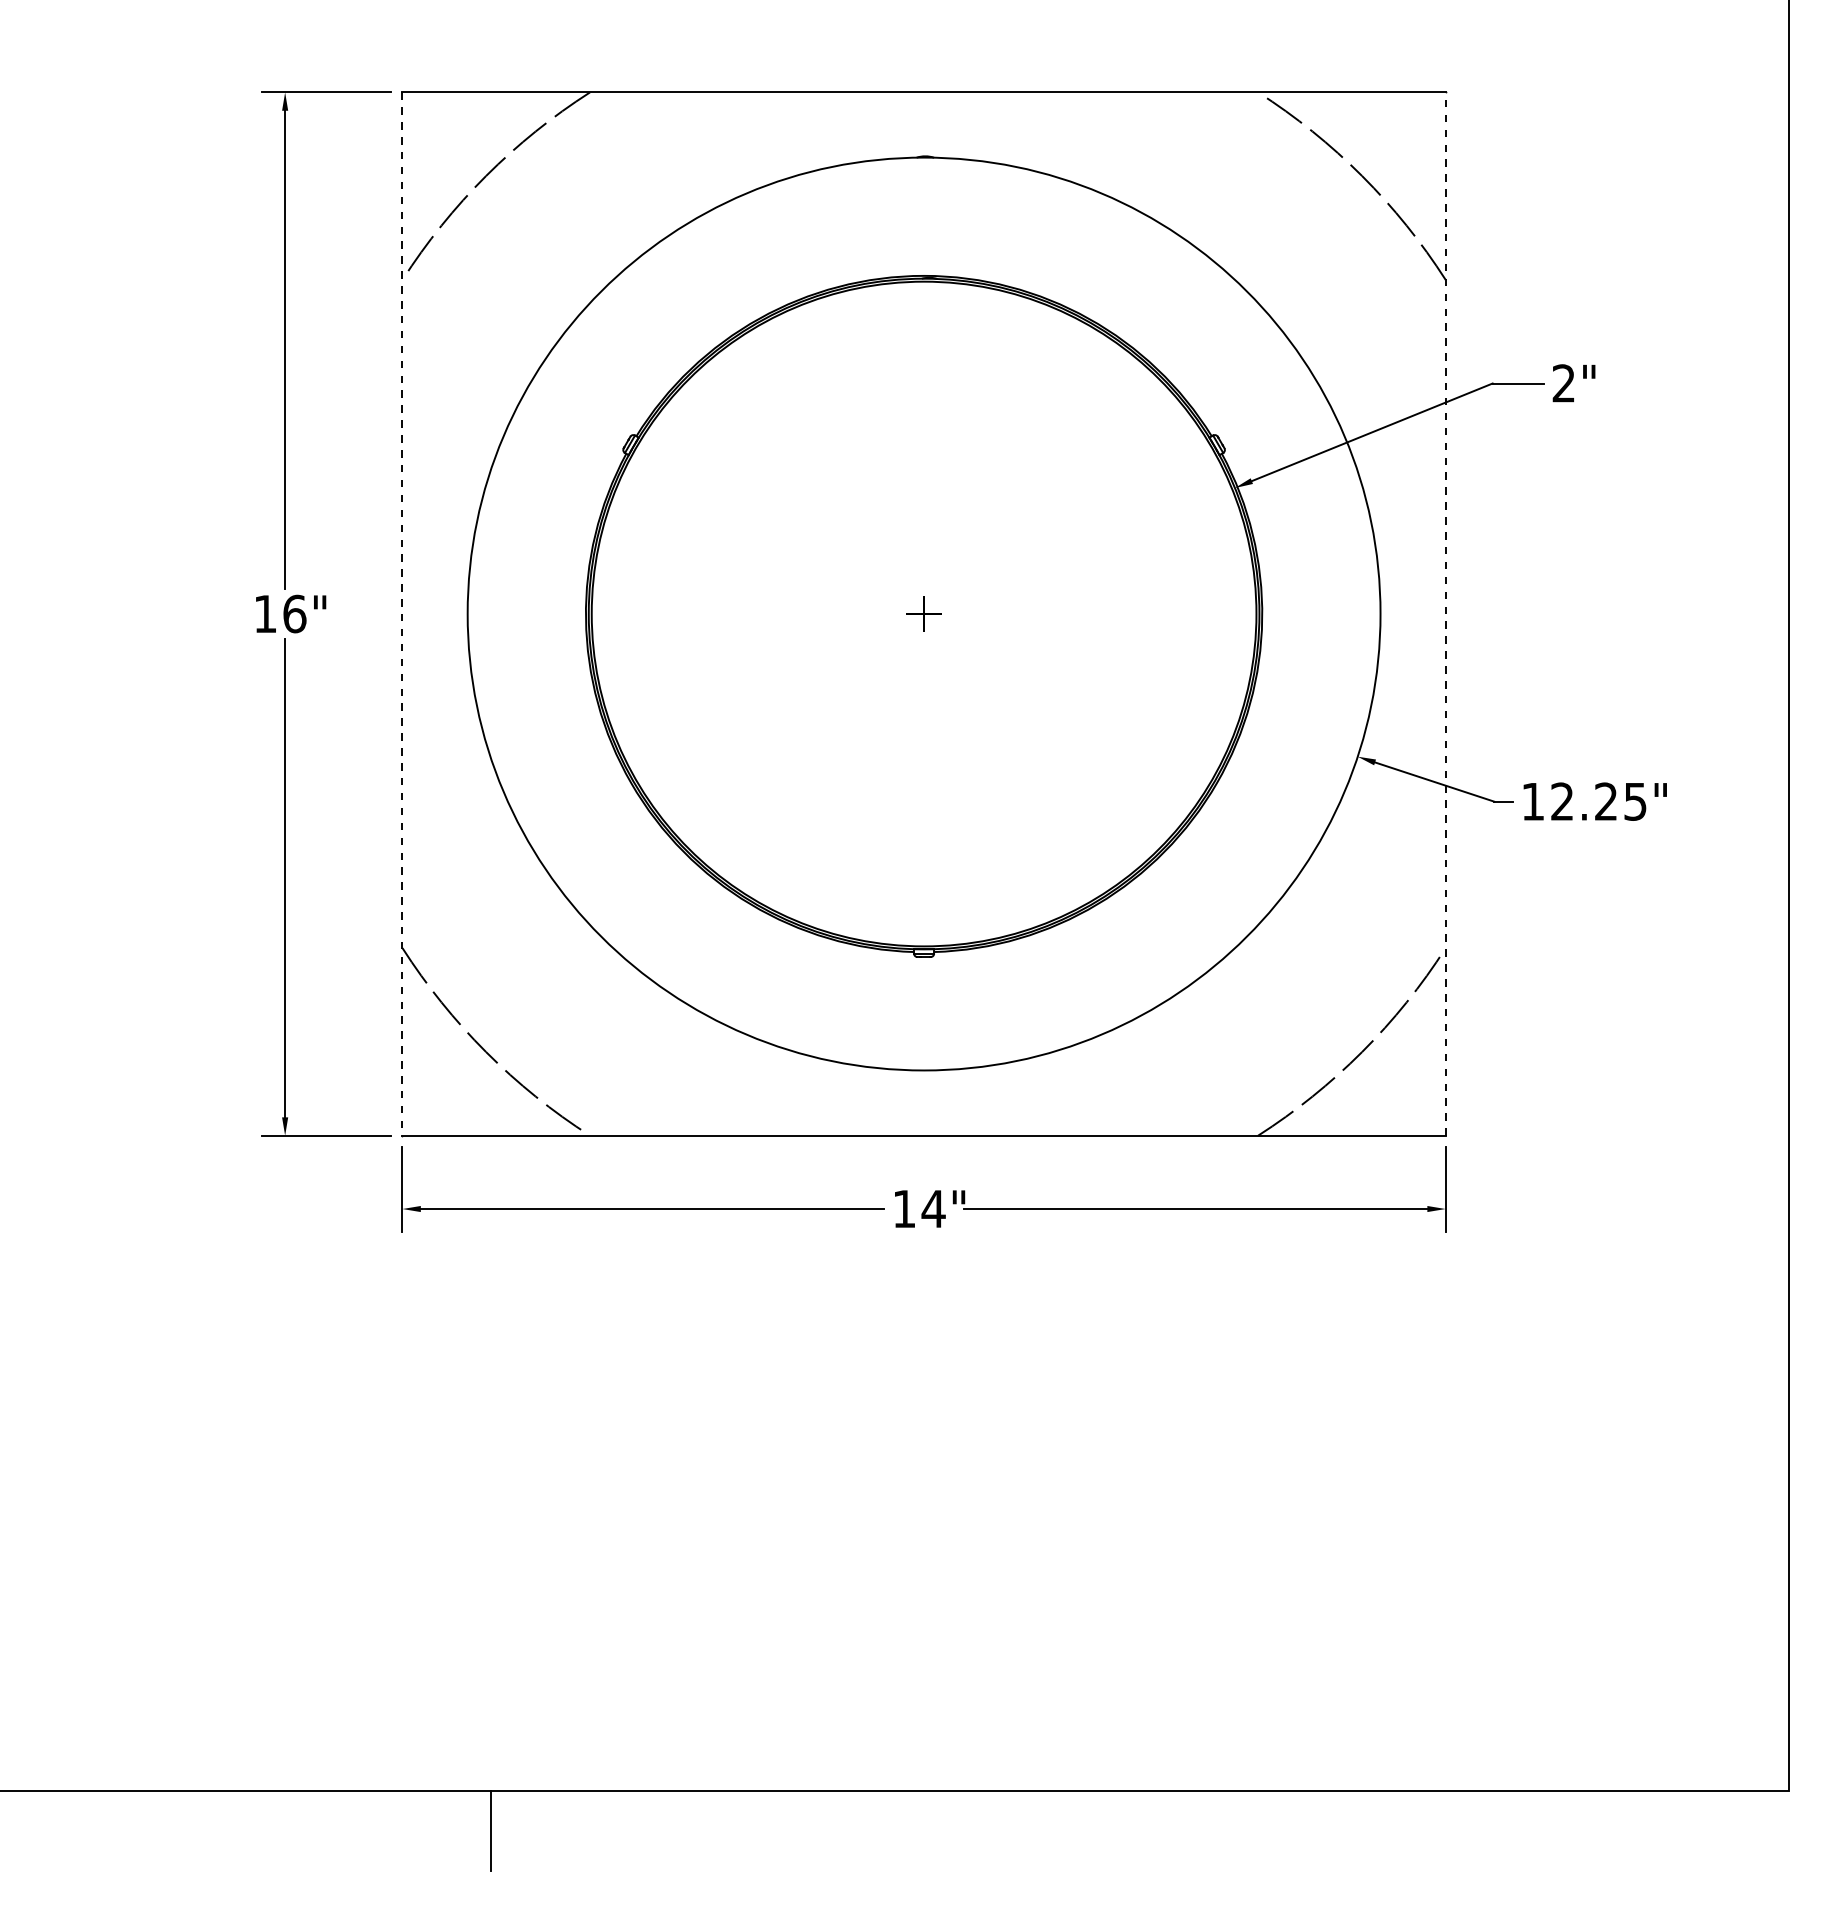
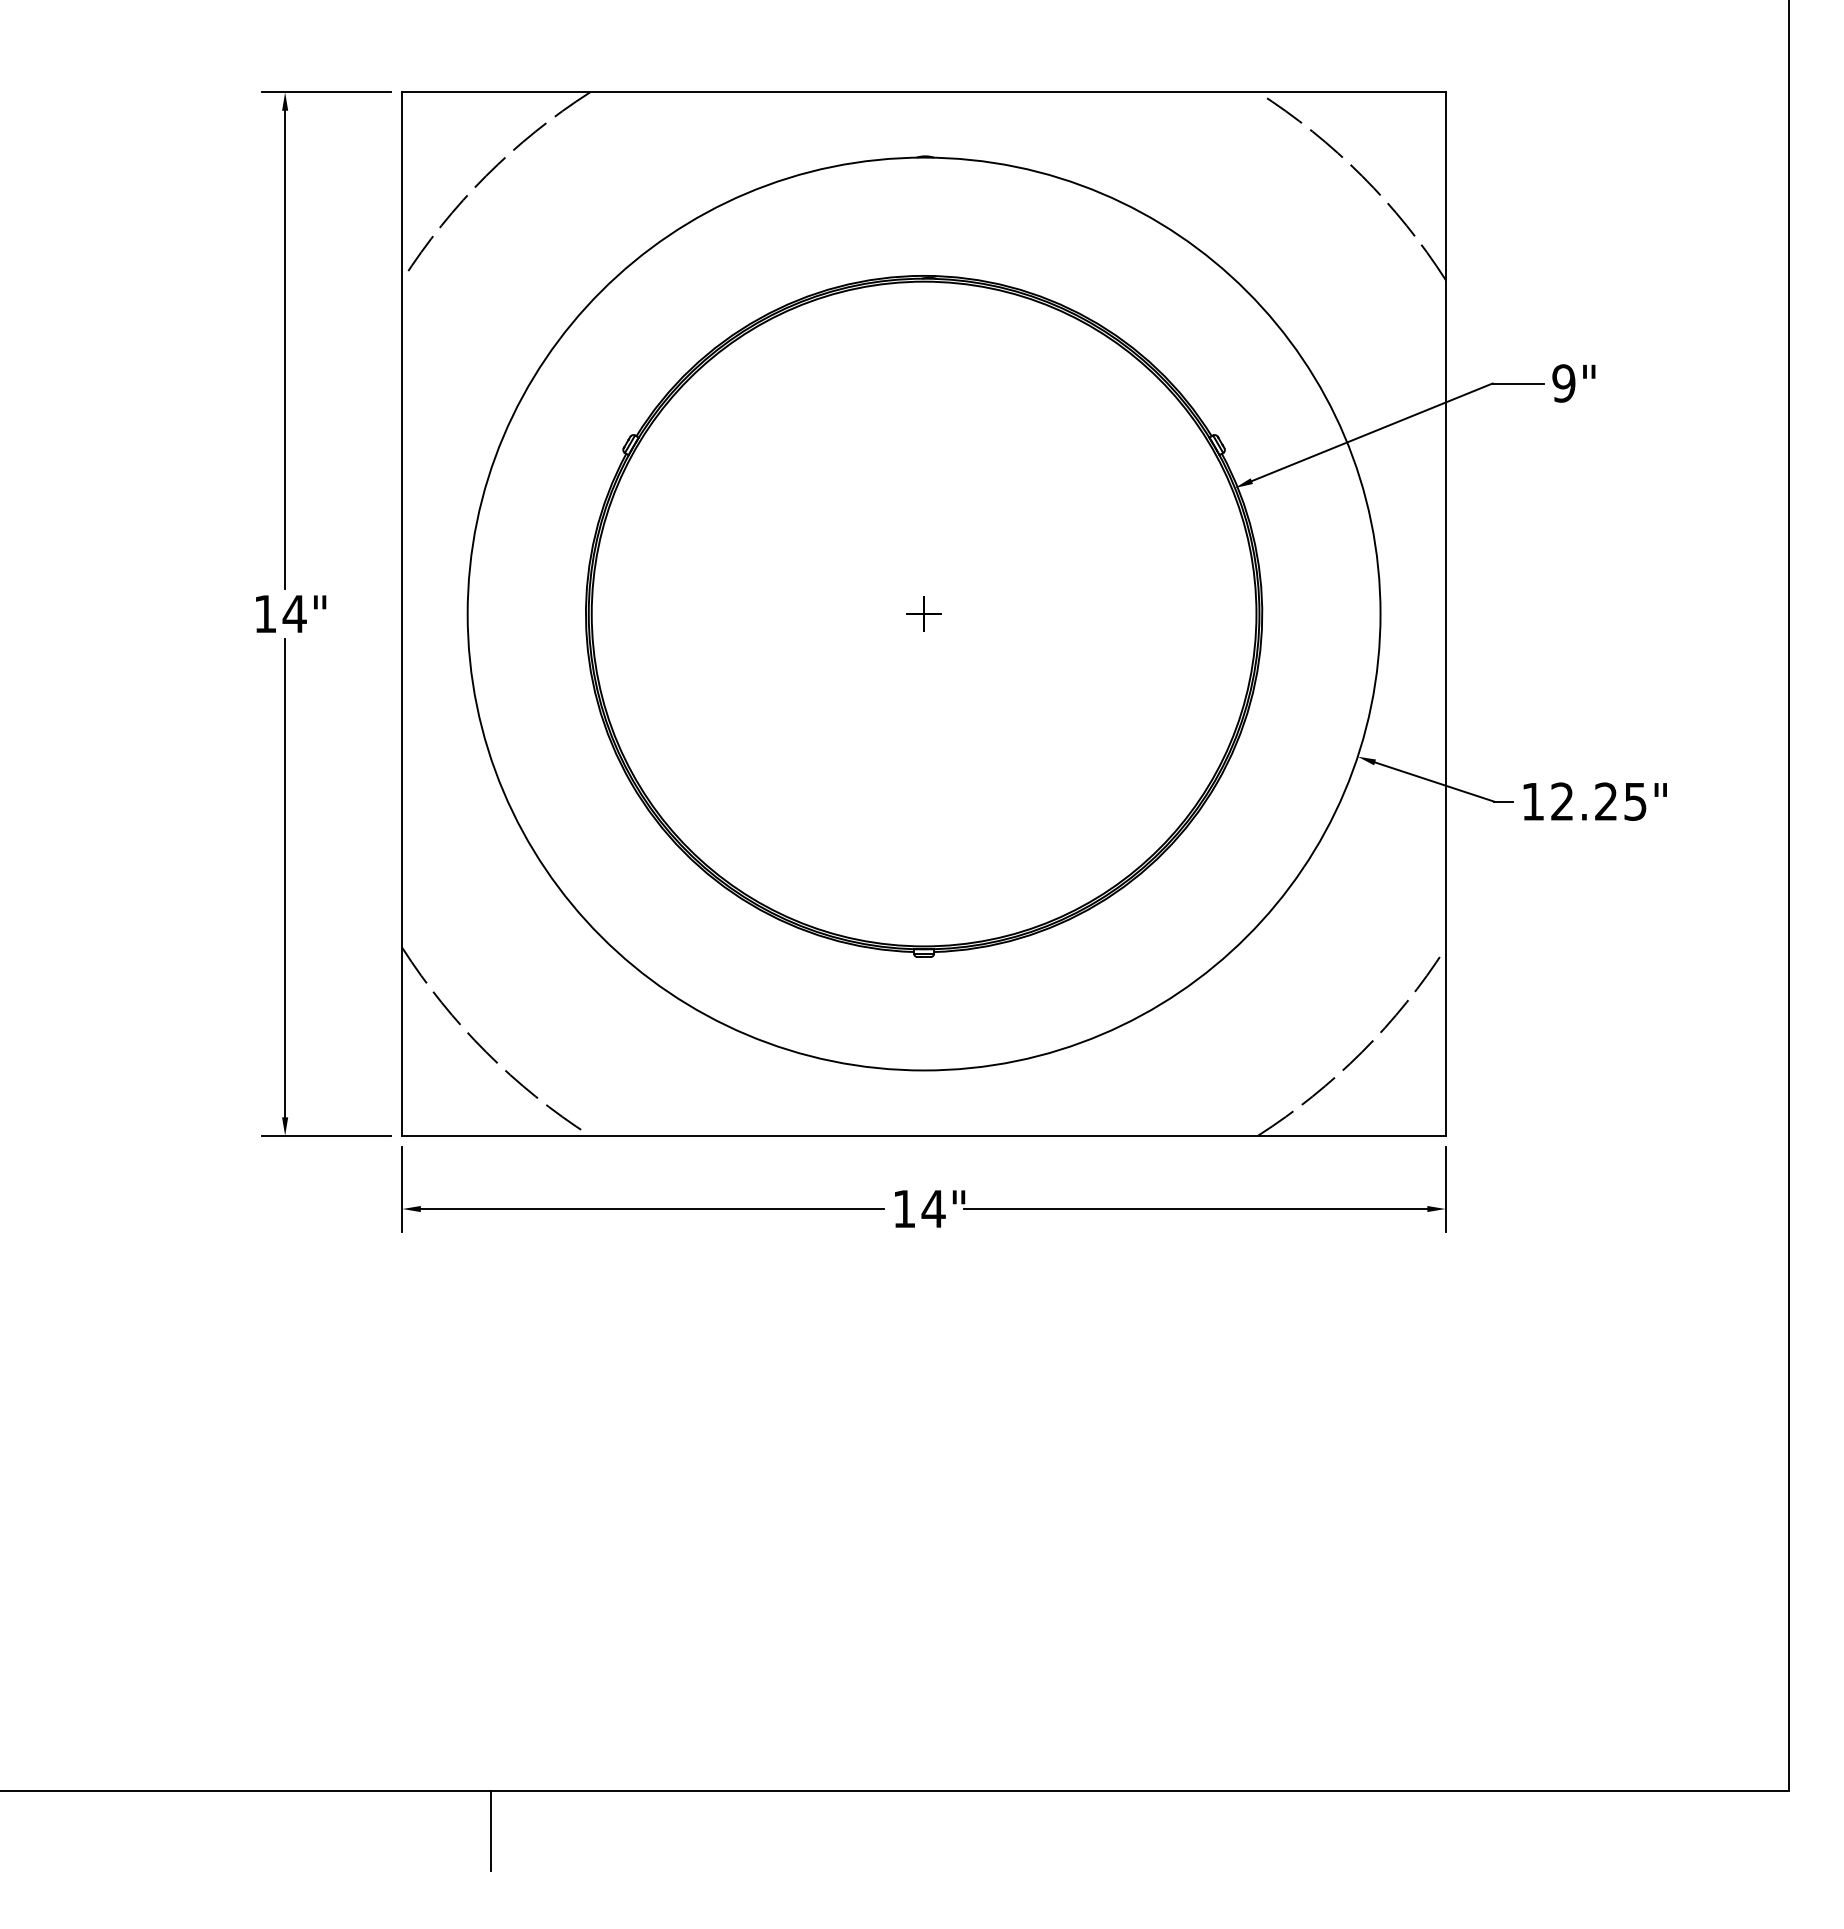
text at (1563, 383): 2" -> 9"
text at (294, 613): 16" -> 14"
line at (402, 614): dashed -> solid
line at (1445, 614): dashed -> solid
